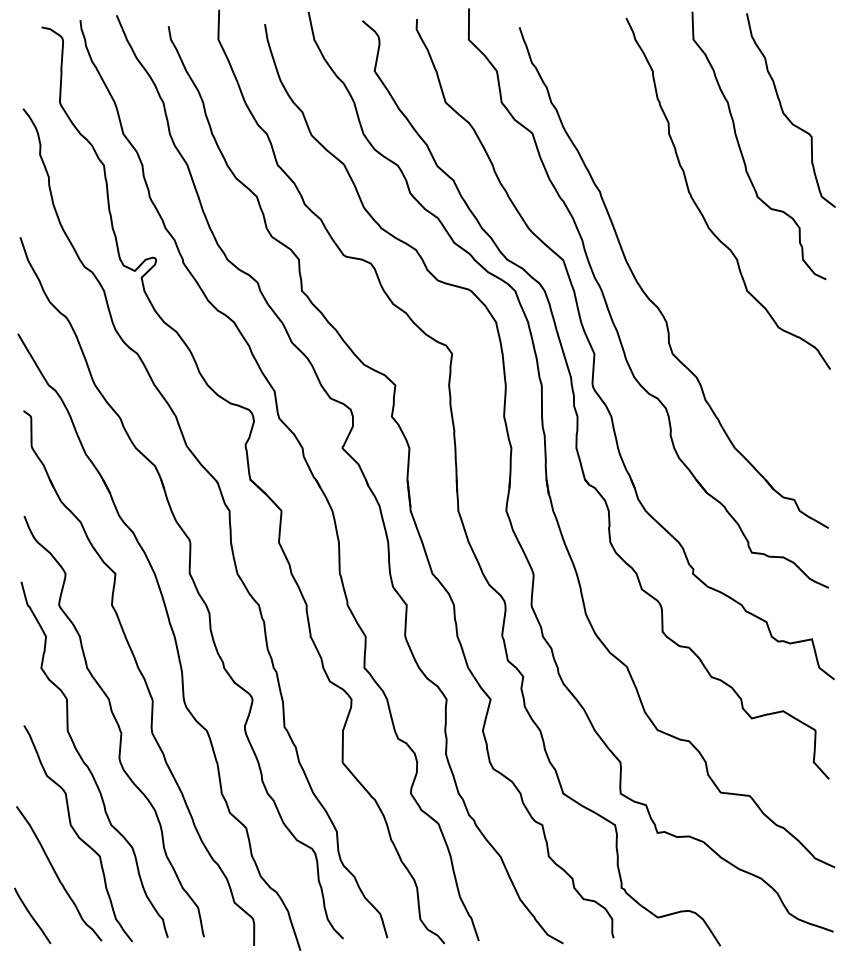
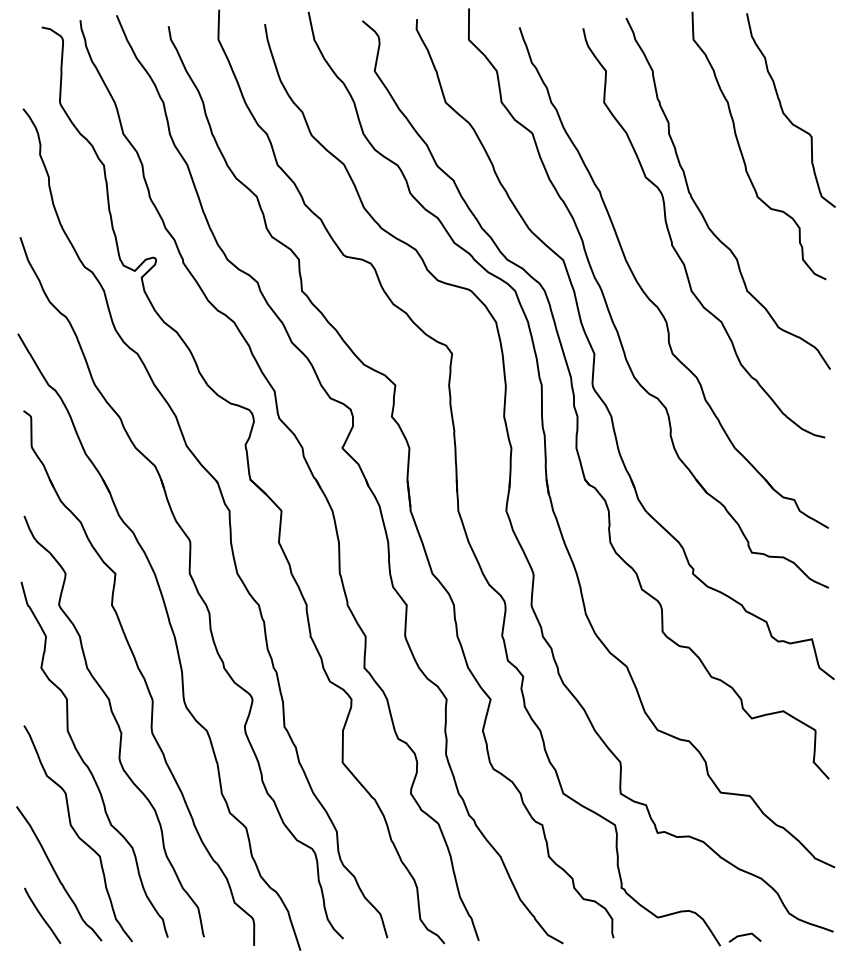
curve at (675, 248): none -> present
curve at (32, 915) position: (32, 915) -> (42, 915)
line at (743, 936): none -> present
